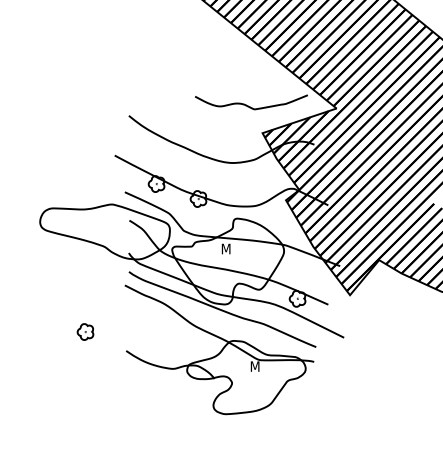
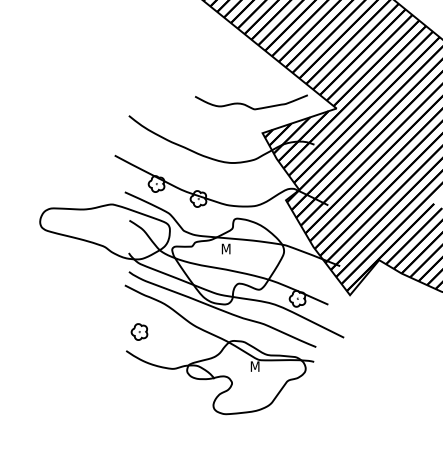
part at (85, 331) position: (85, 331) -> (139, 331)
